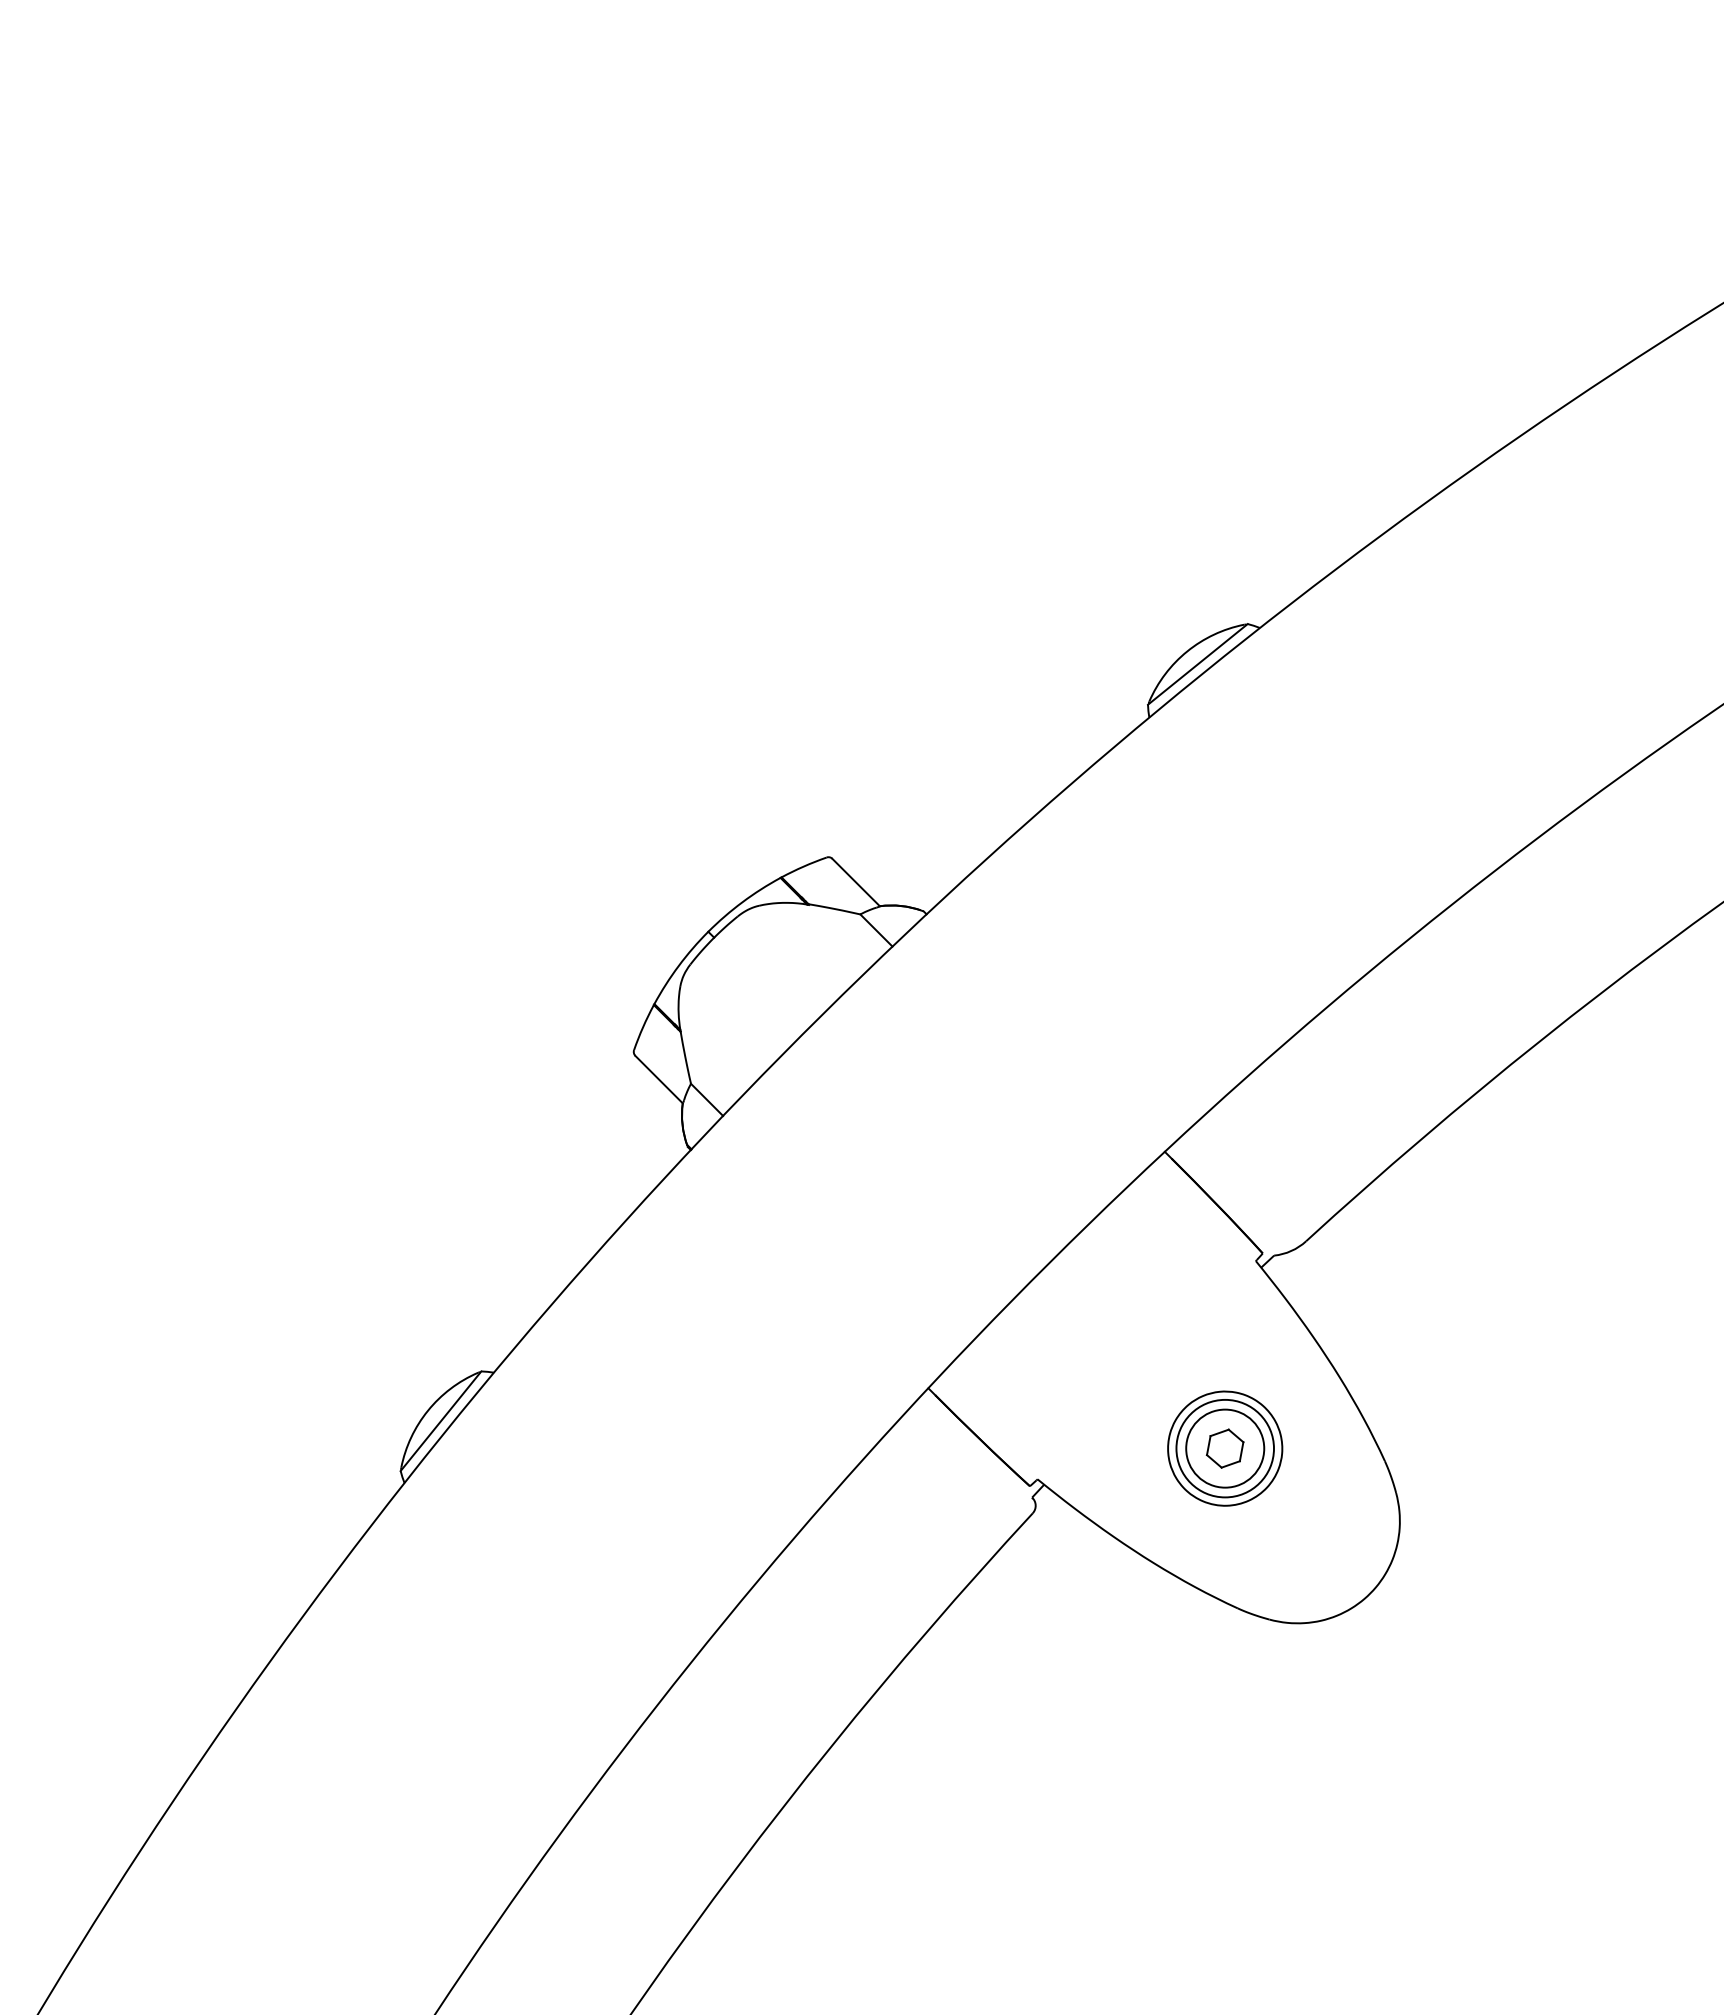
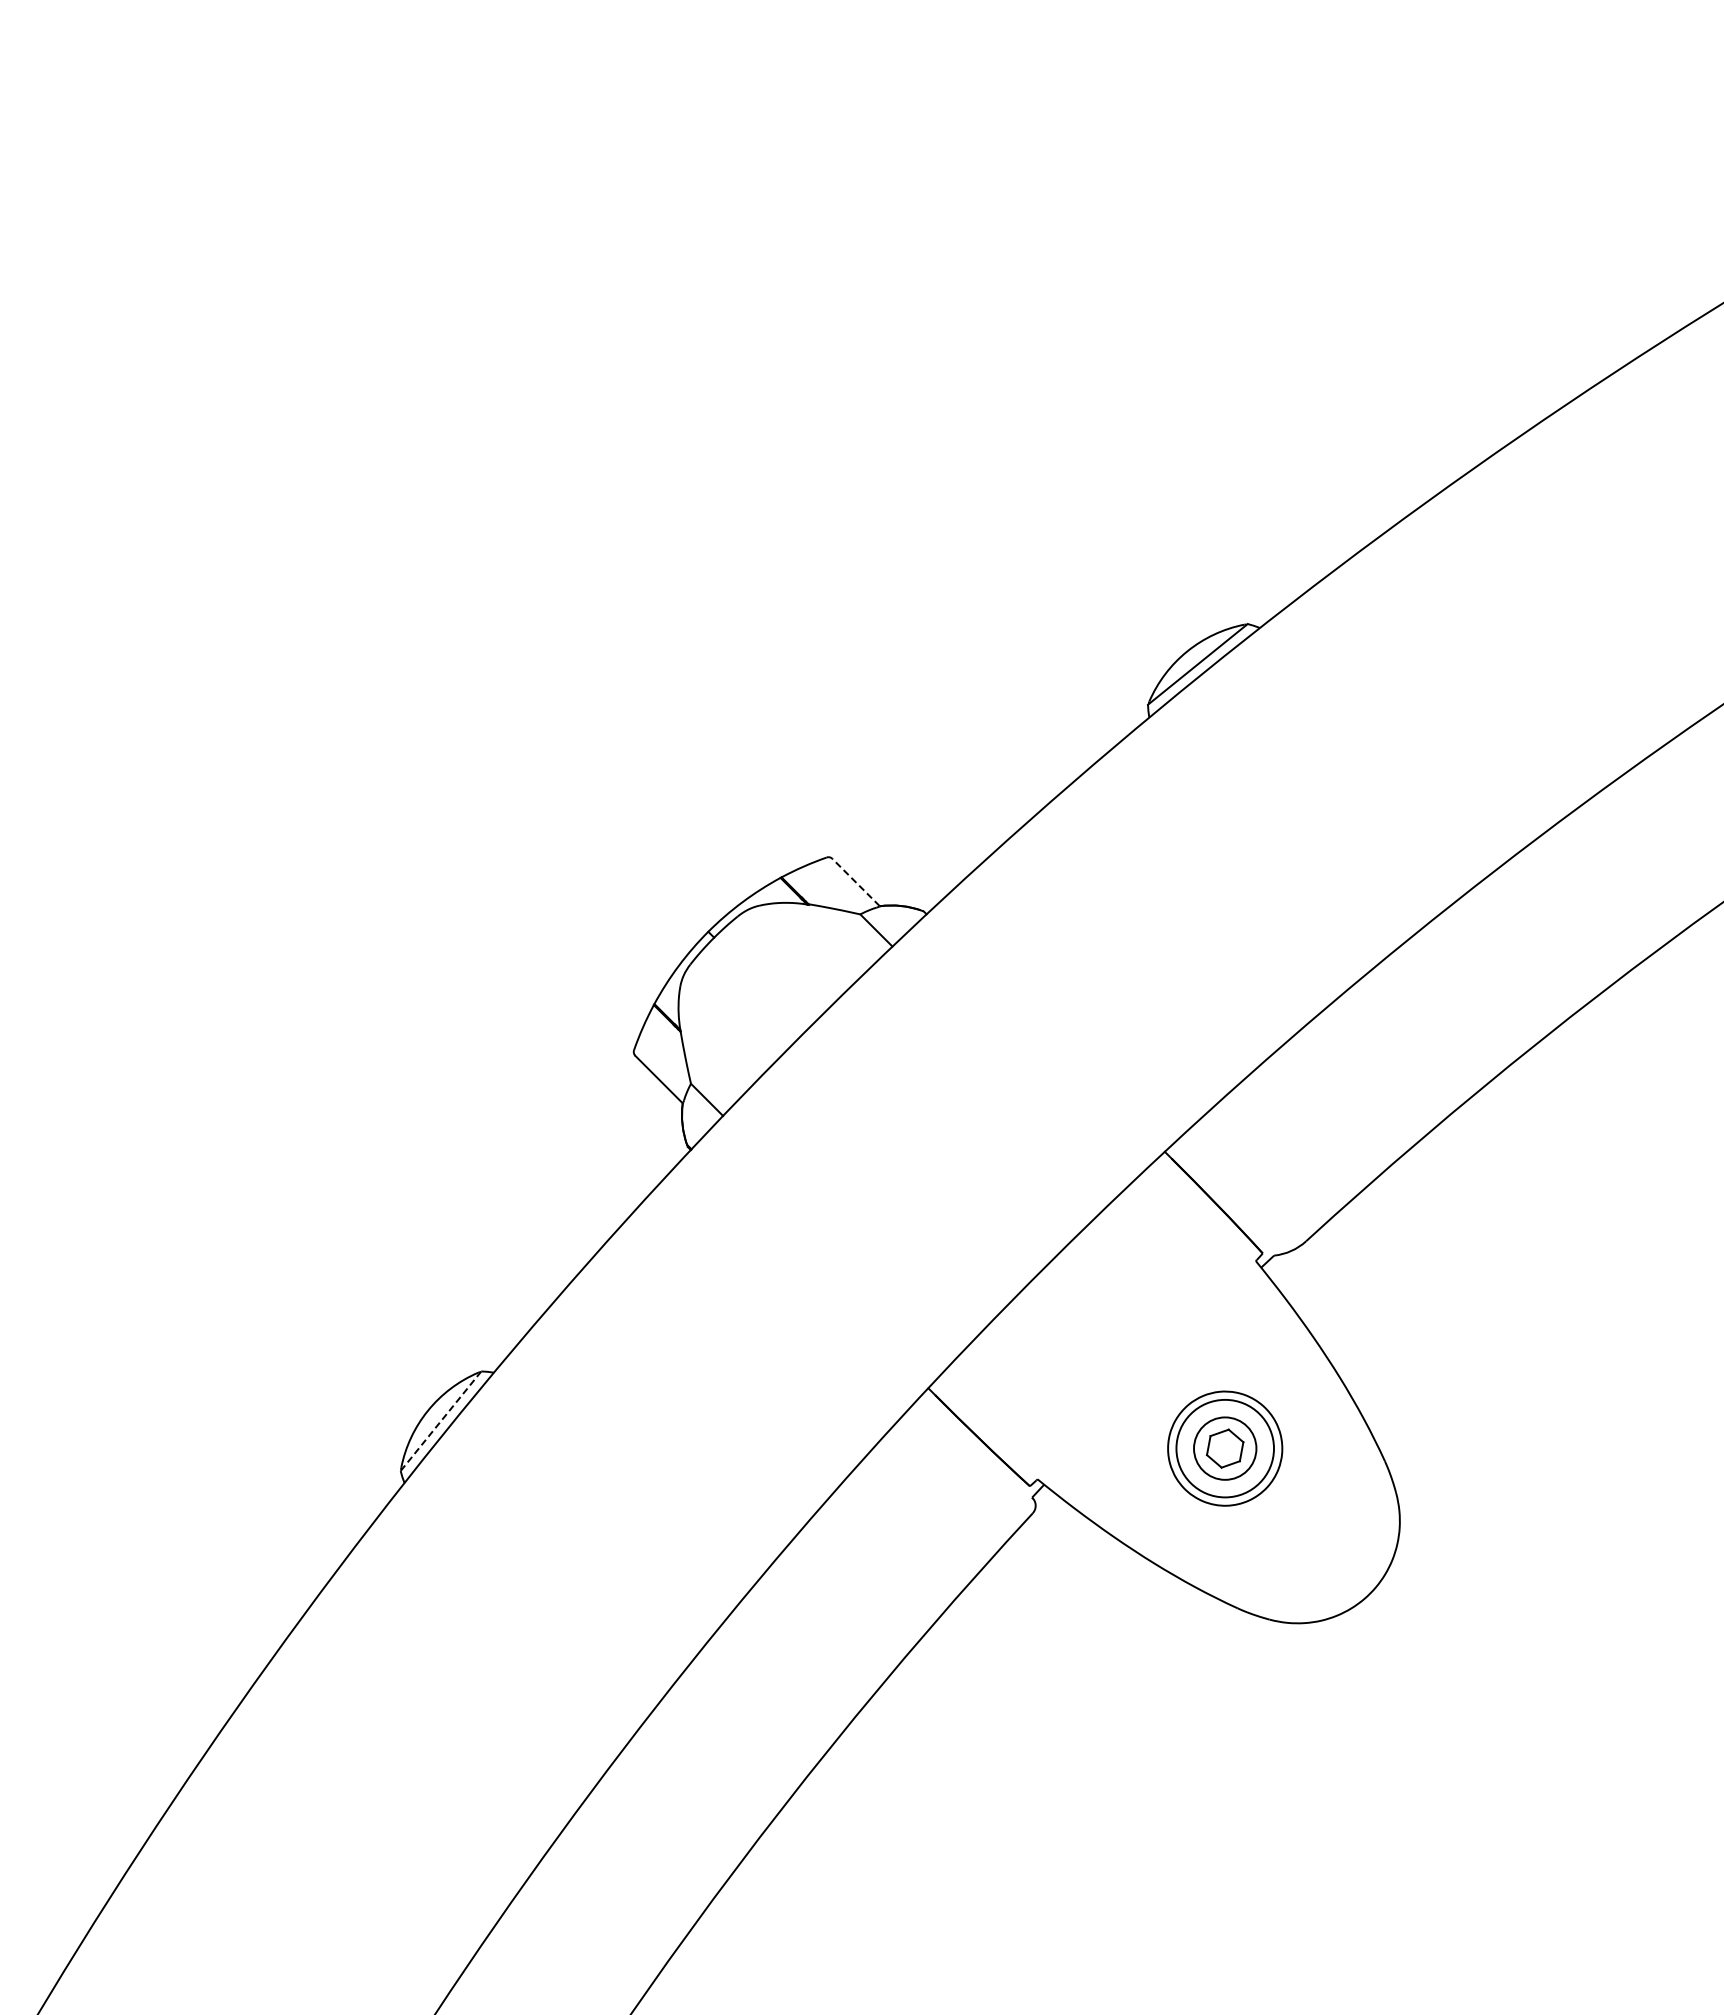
line at (855, 882): solid -> dashed
line at (440, 1421): solid -> dashed
circle at (1225, 1448) diameter: 78 px -> 62 px
